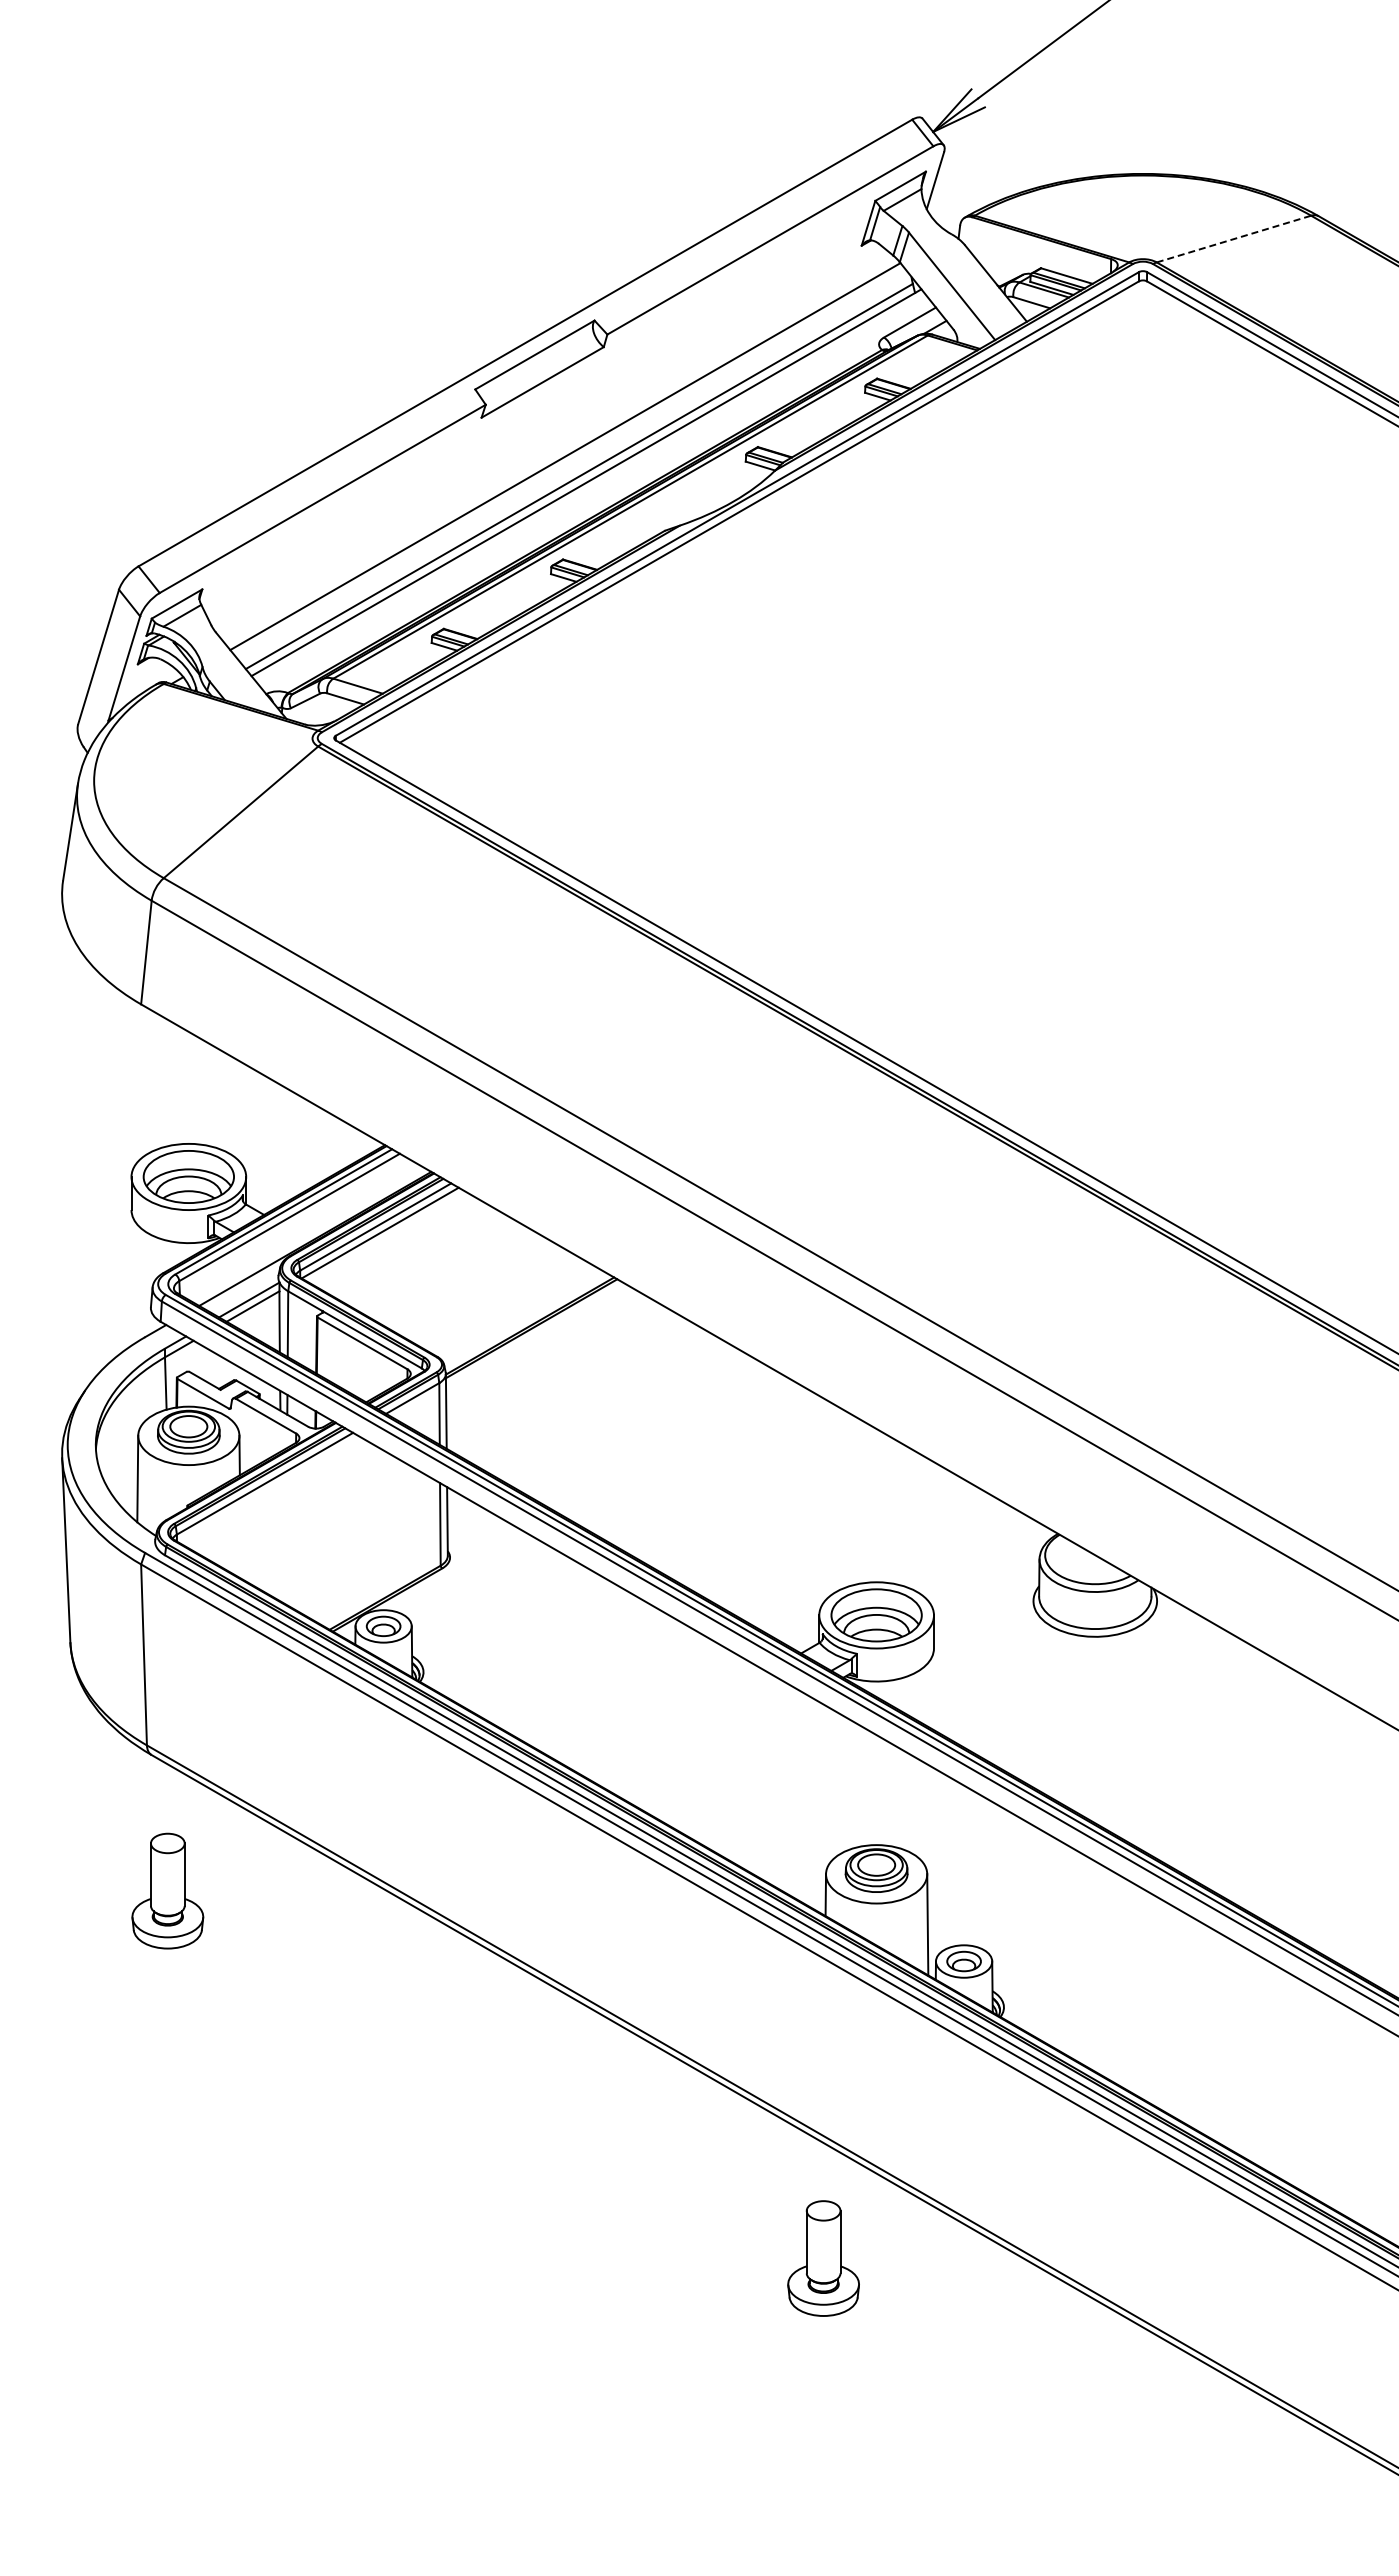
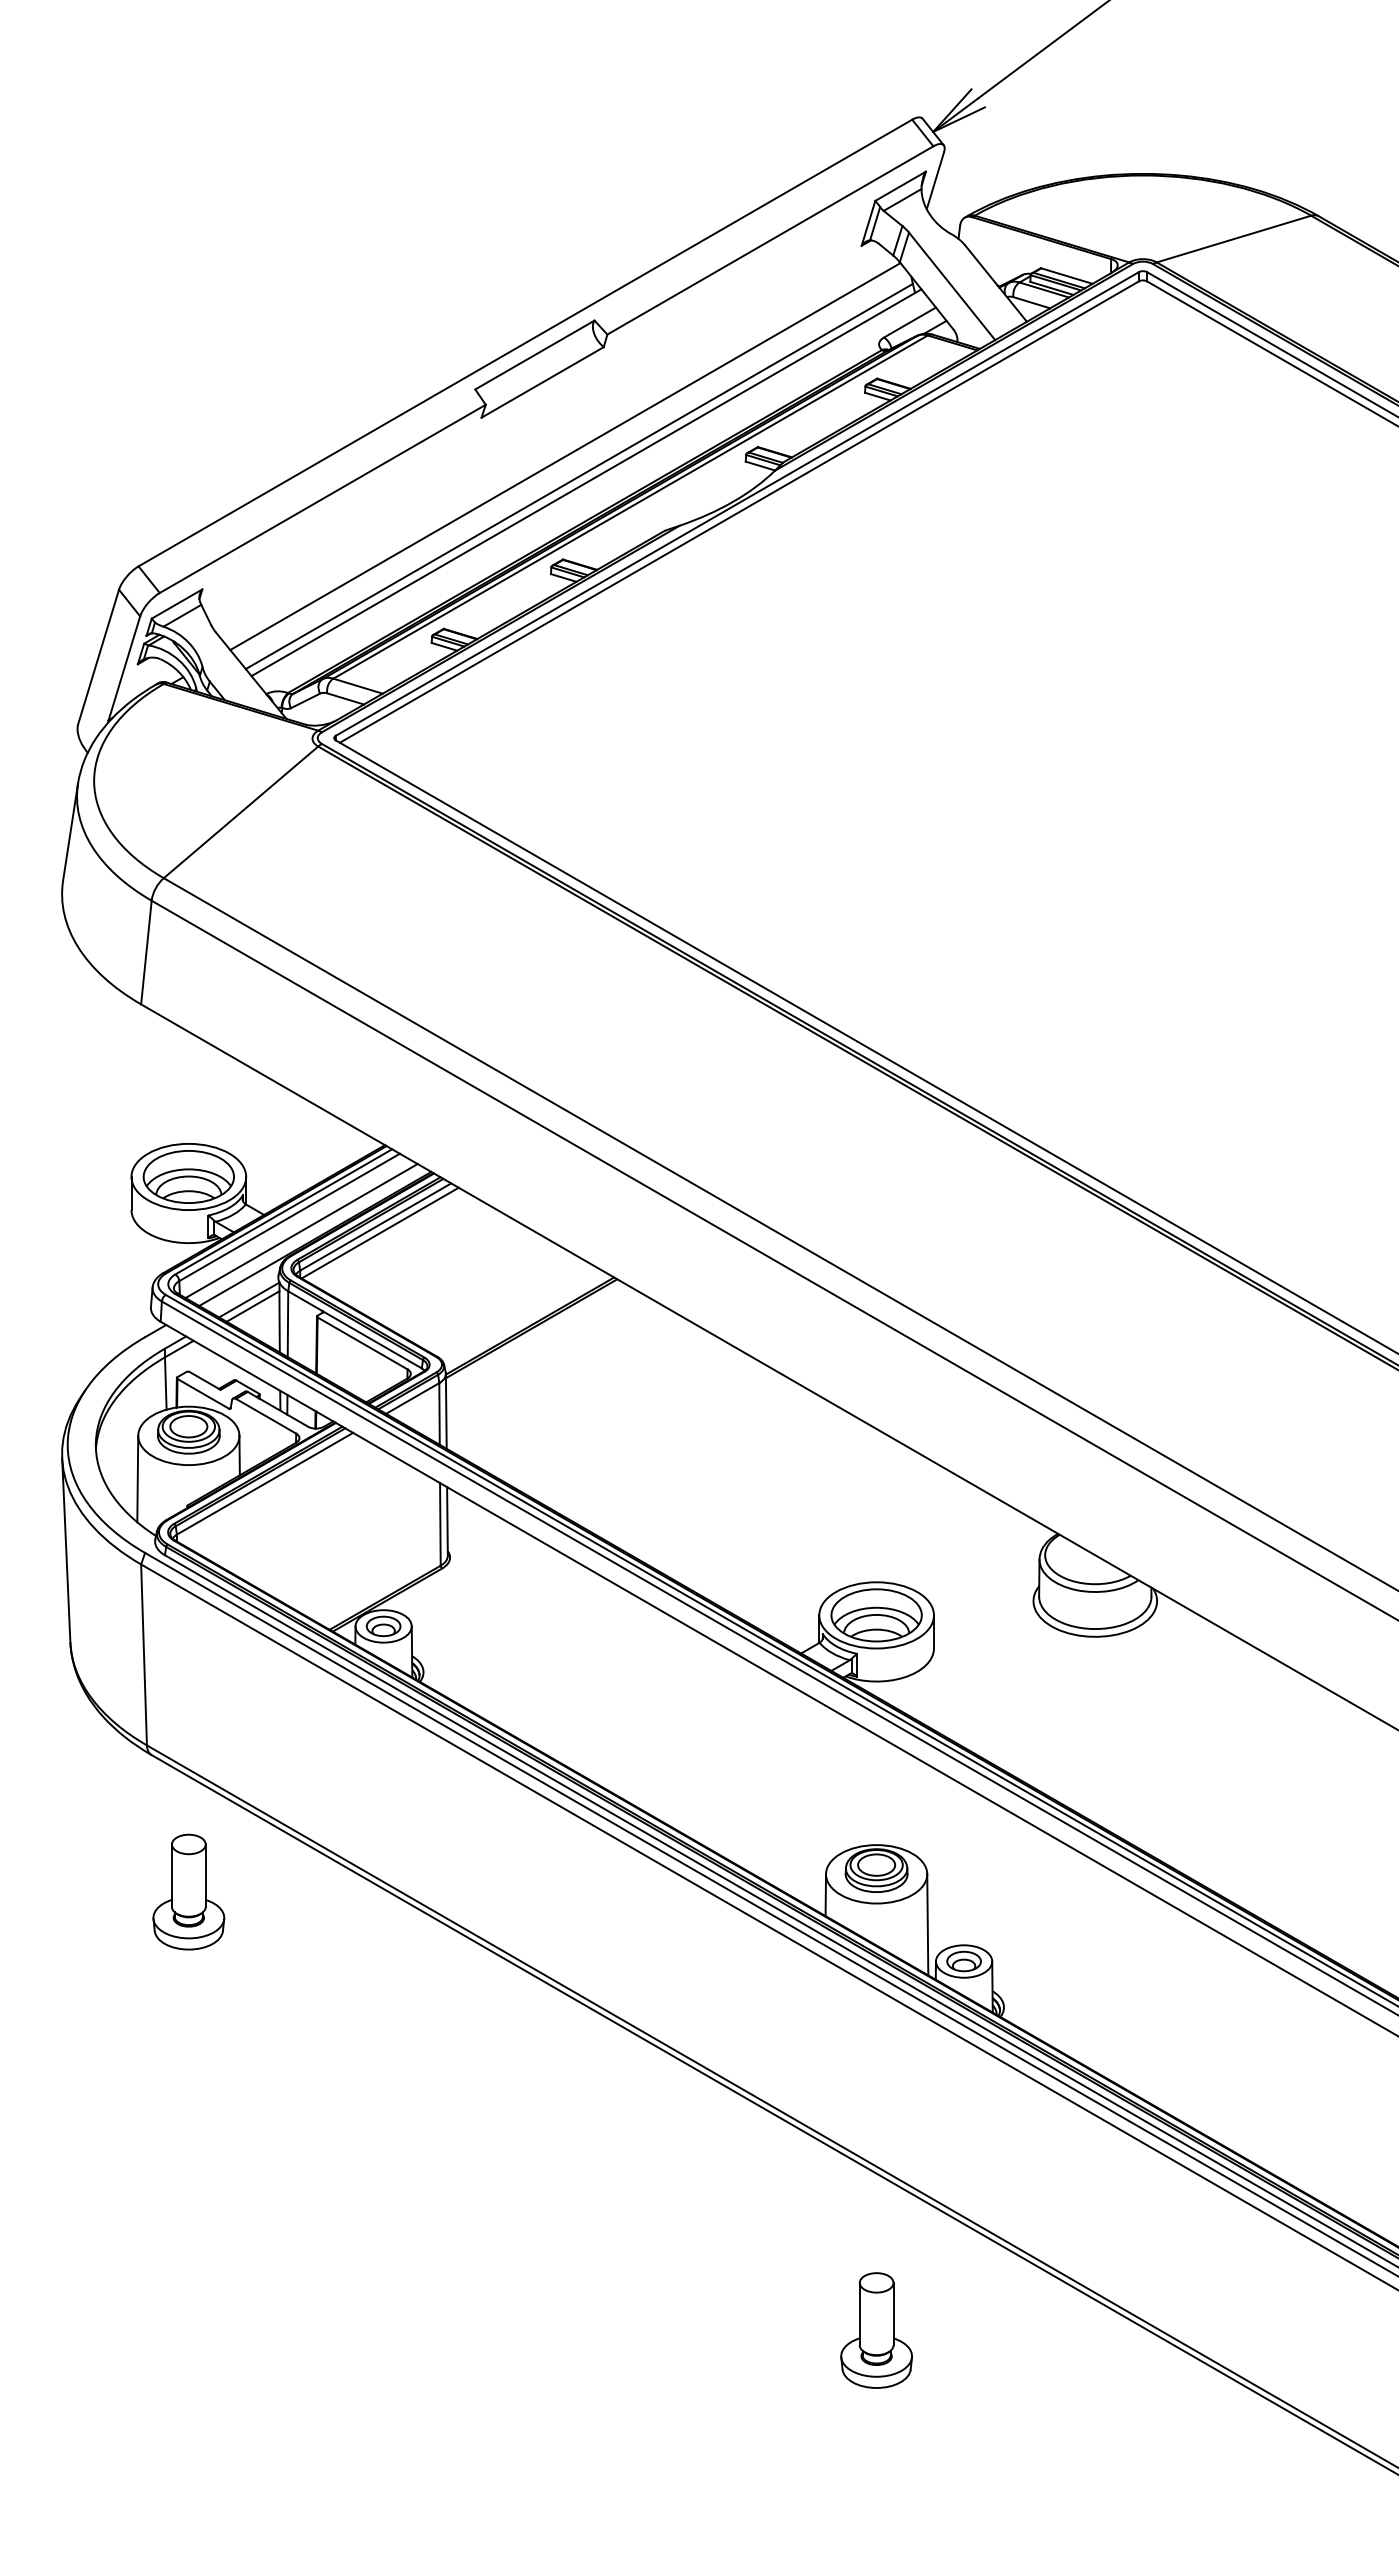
line at (1233, 239): dashed -> solid
line at (301, 1231): none -> present
part at (167, 1890) position: (167, 1890) -> (188, 1891)
part at (823, 2258) position: (823, 2258) -> (876, 2330)
